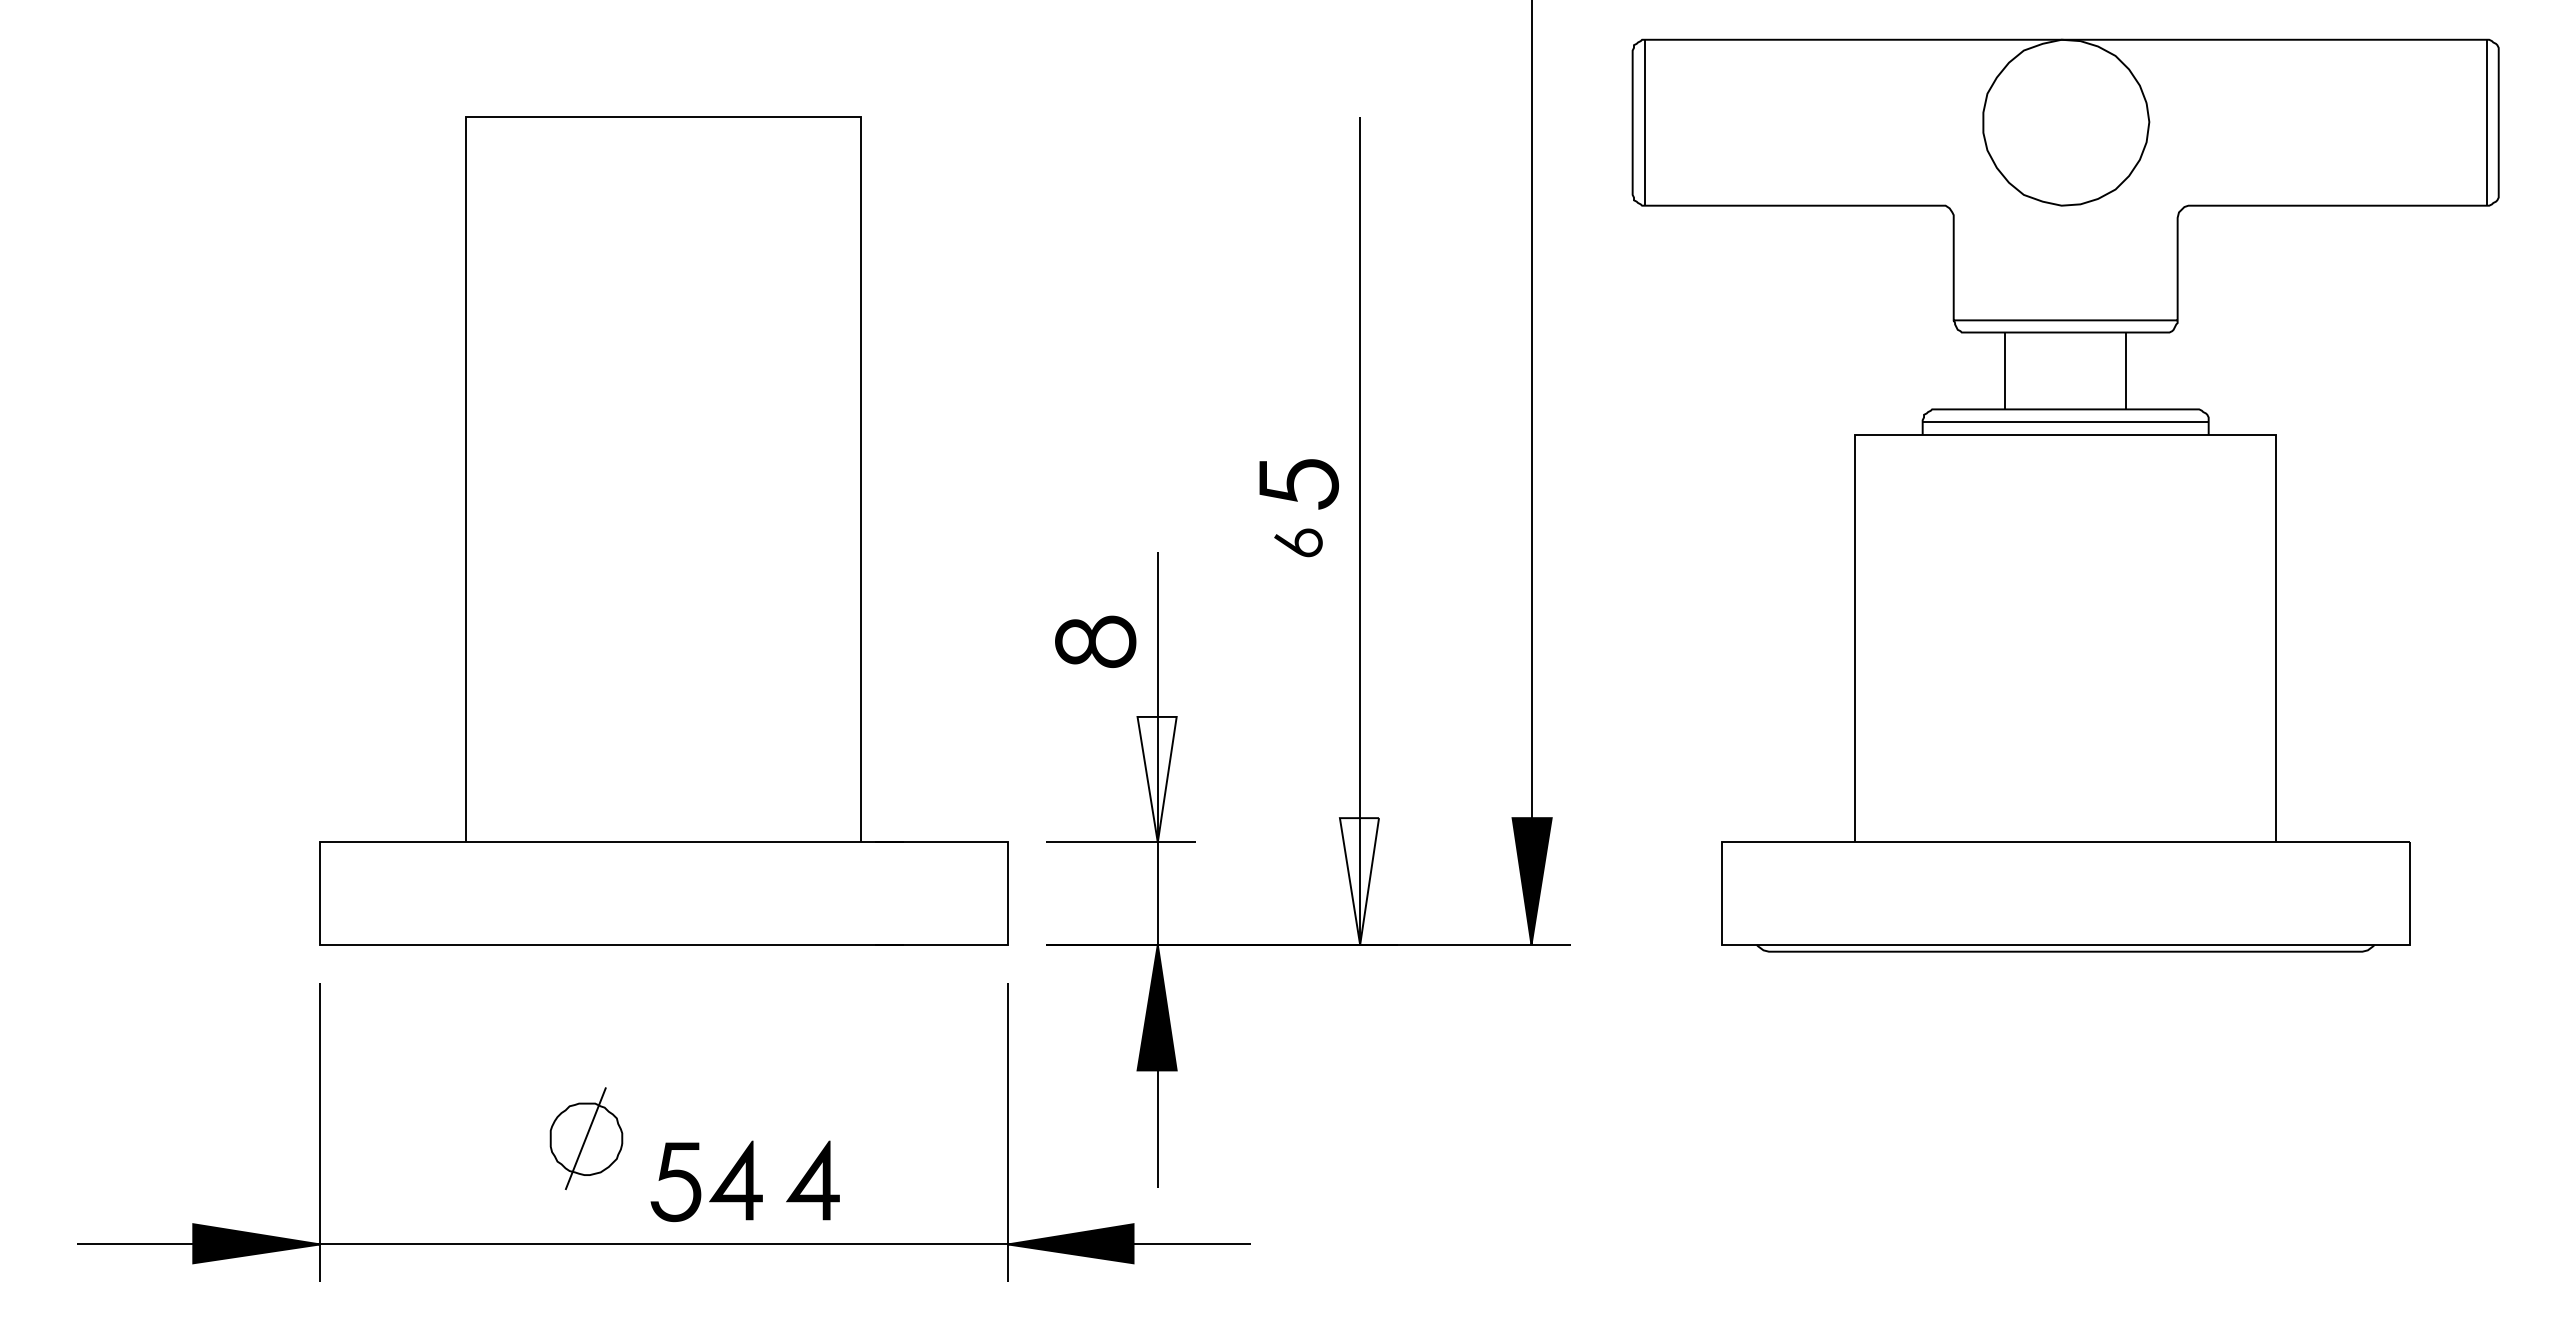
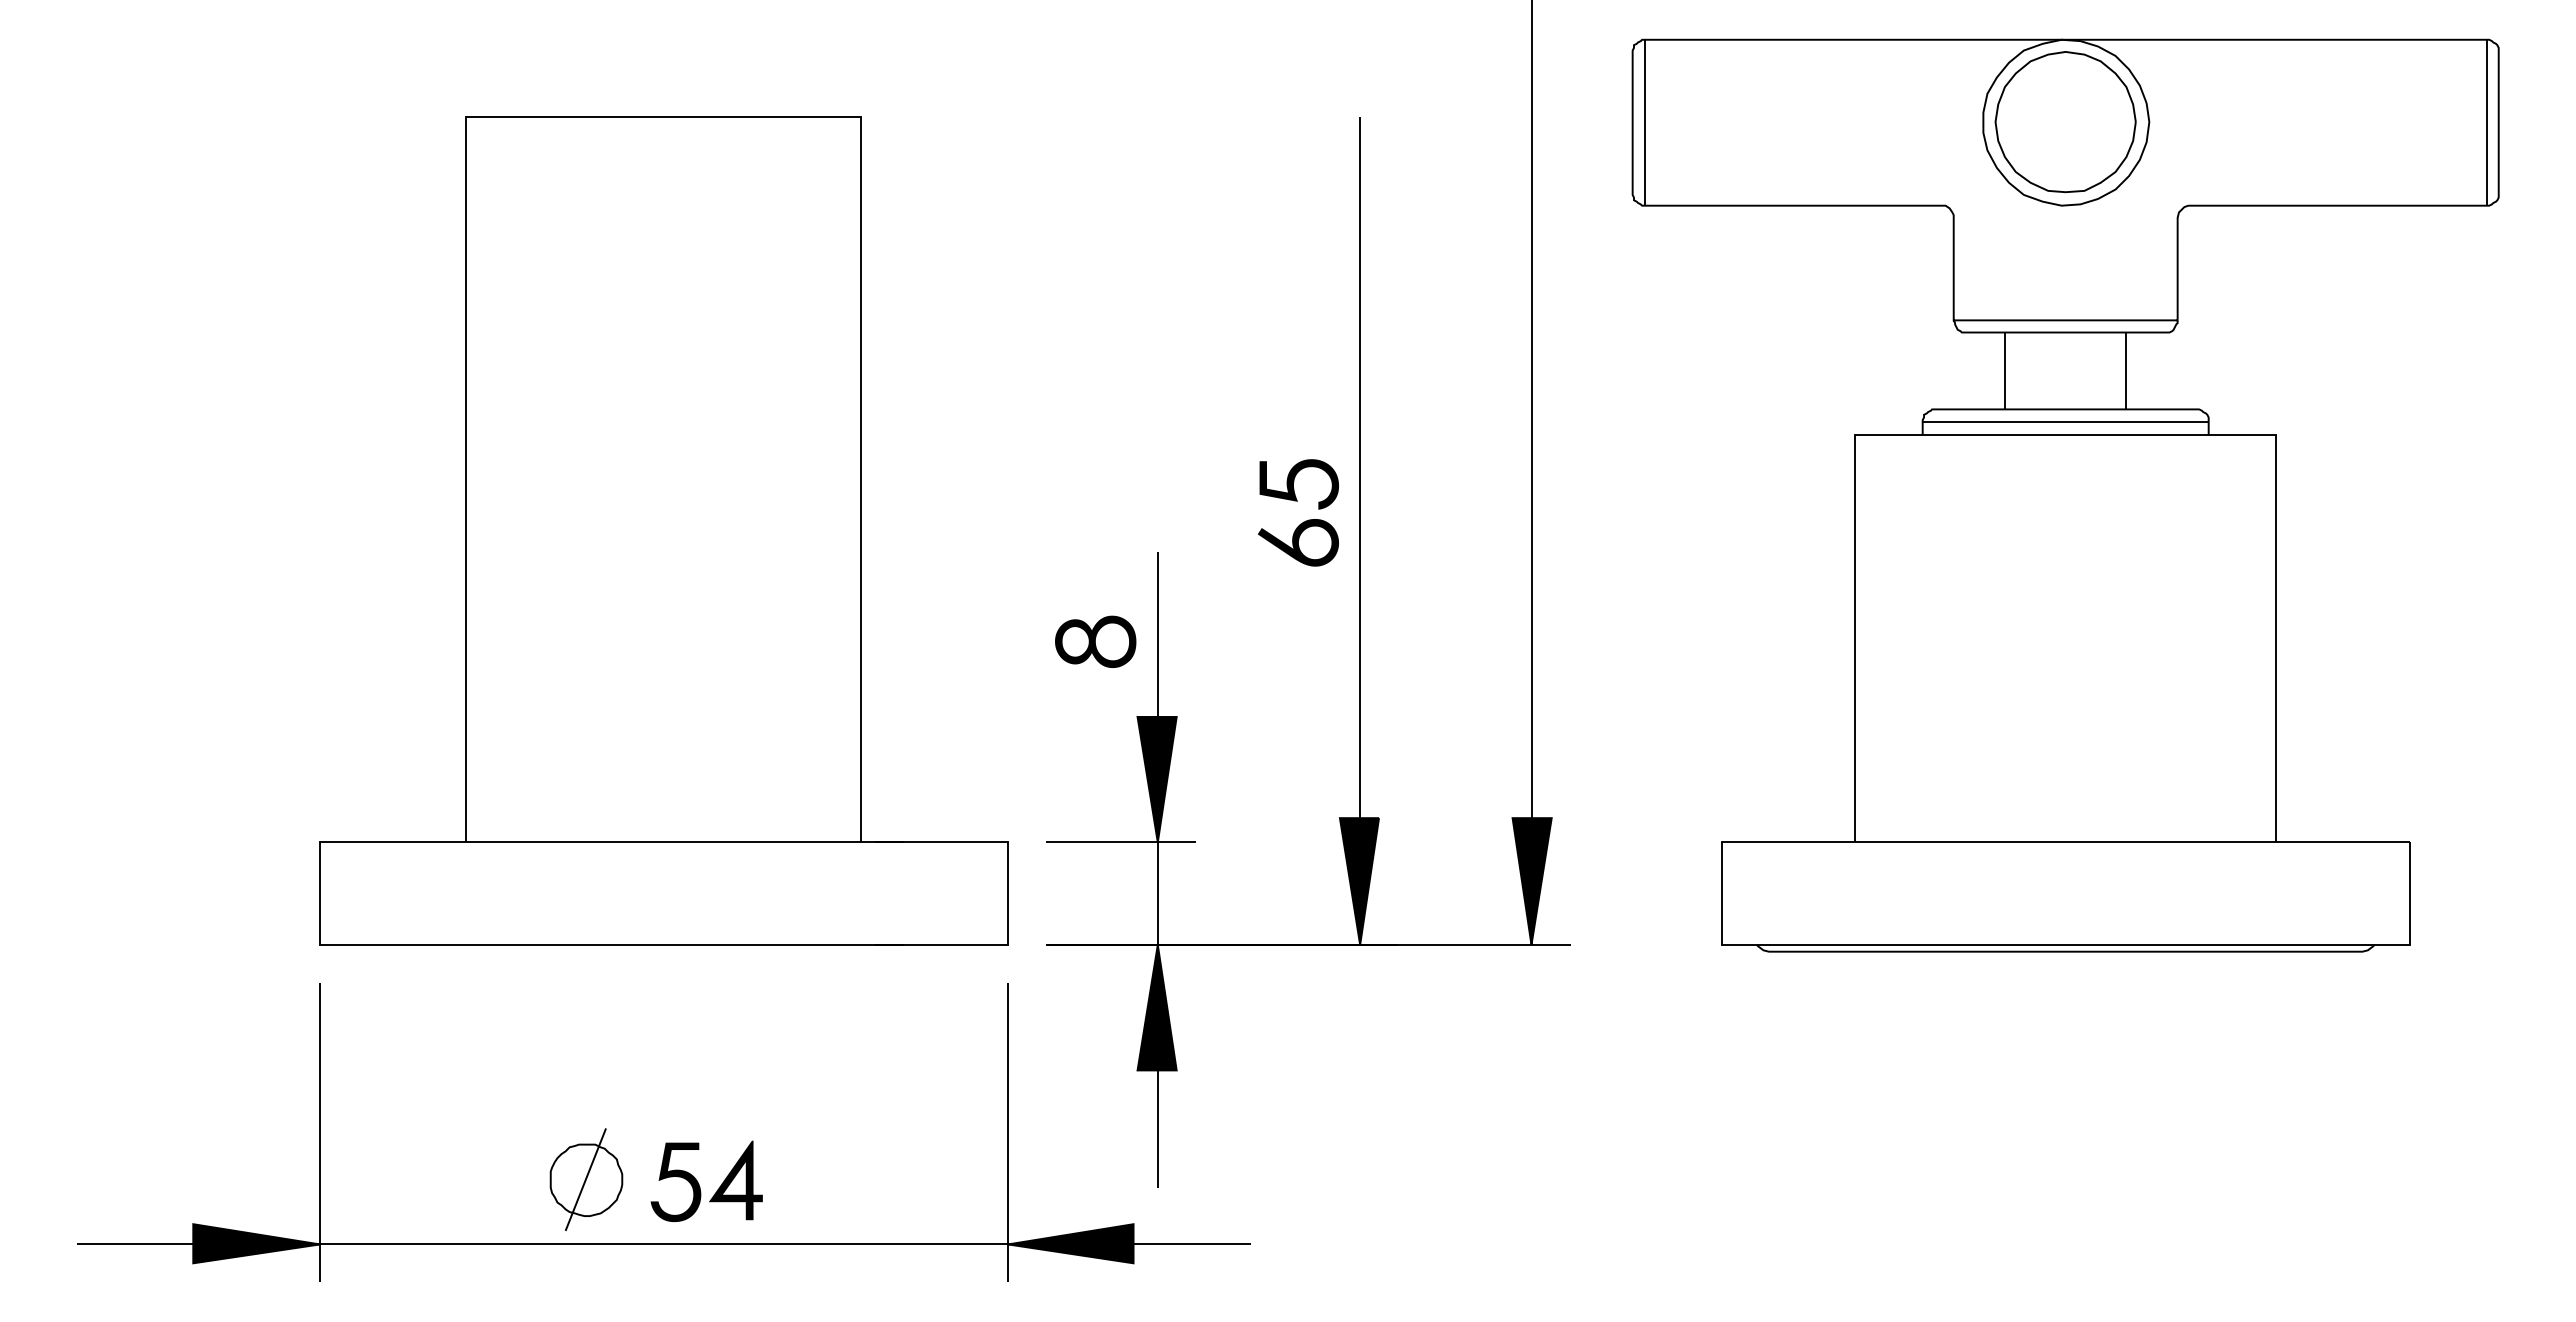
part at (2065, 122): none -> present
part at (1298, 542) size: 49x30 px -> 81x48 px
fill at (1156, 779): none -> present
fill at (1359, 881): none -> present
part at (586, 1138) position: (586, 1138) -> (586, 1179)
part at (812, 1180): present -> none
